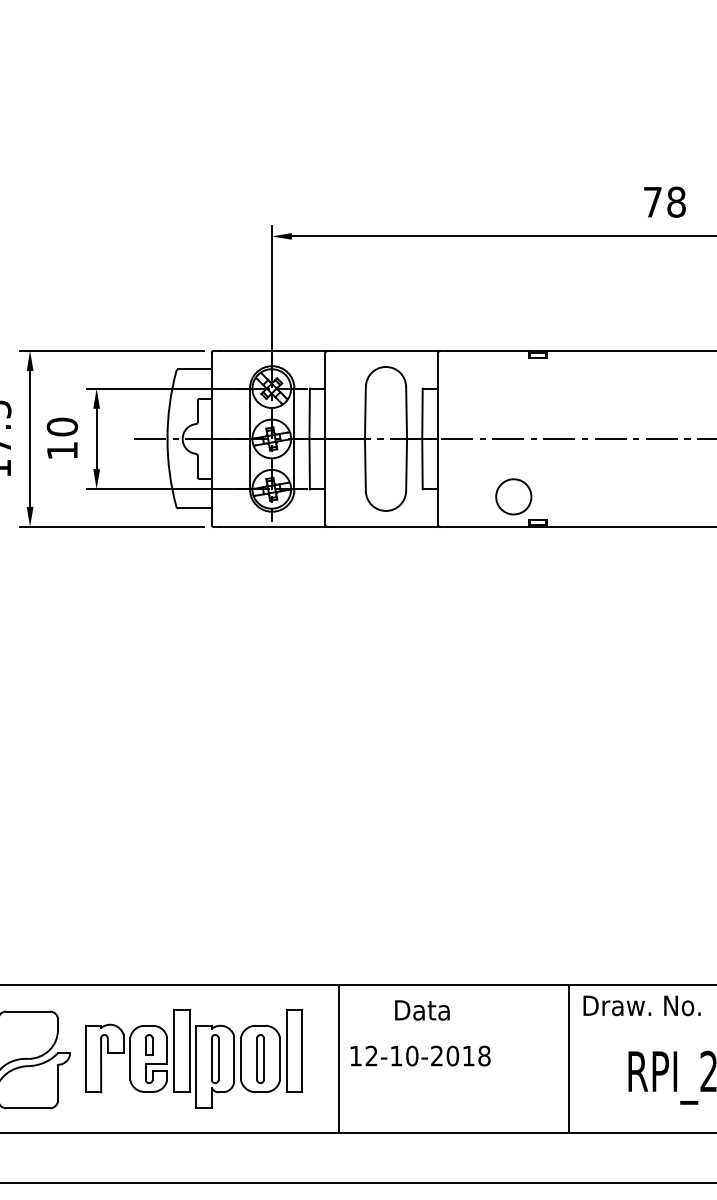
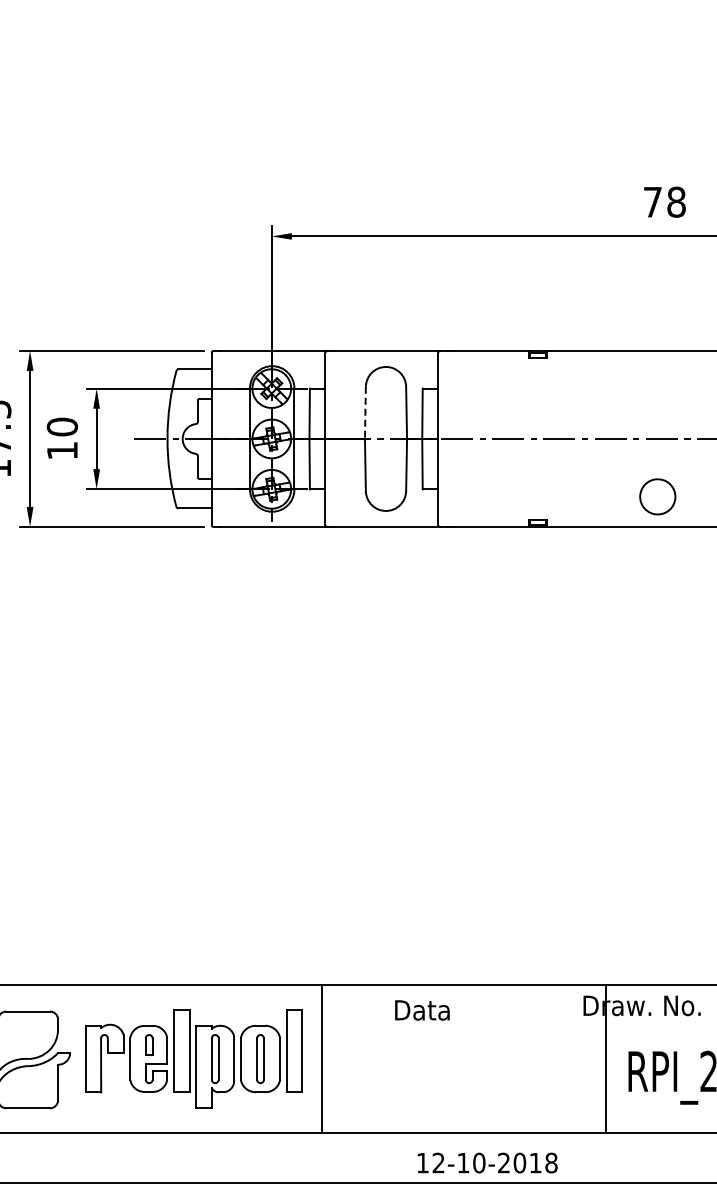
line at (365, 413): solid -> dashed
part at (513, 496) position: (513, 496) -> (657, 496)
text at (420, 1055) position: (420, 1055) -> (487, 1162)
line at (338, 1058) position: (338, 1058) -> (321, 1058)
line at (569, 1058) position: (569, 1058) -> (606, 1058)
